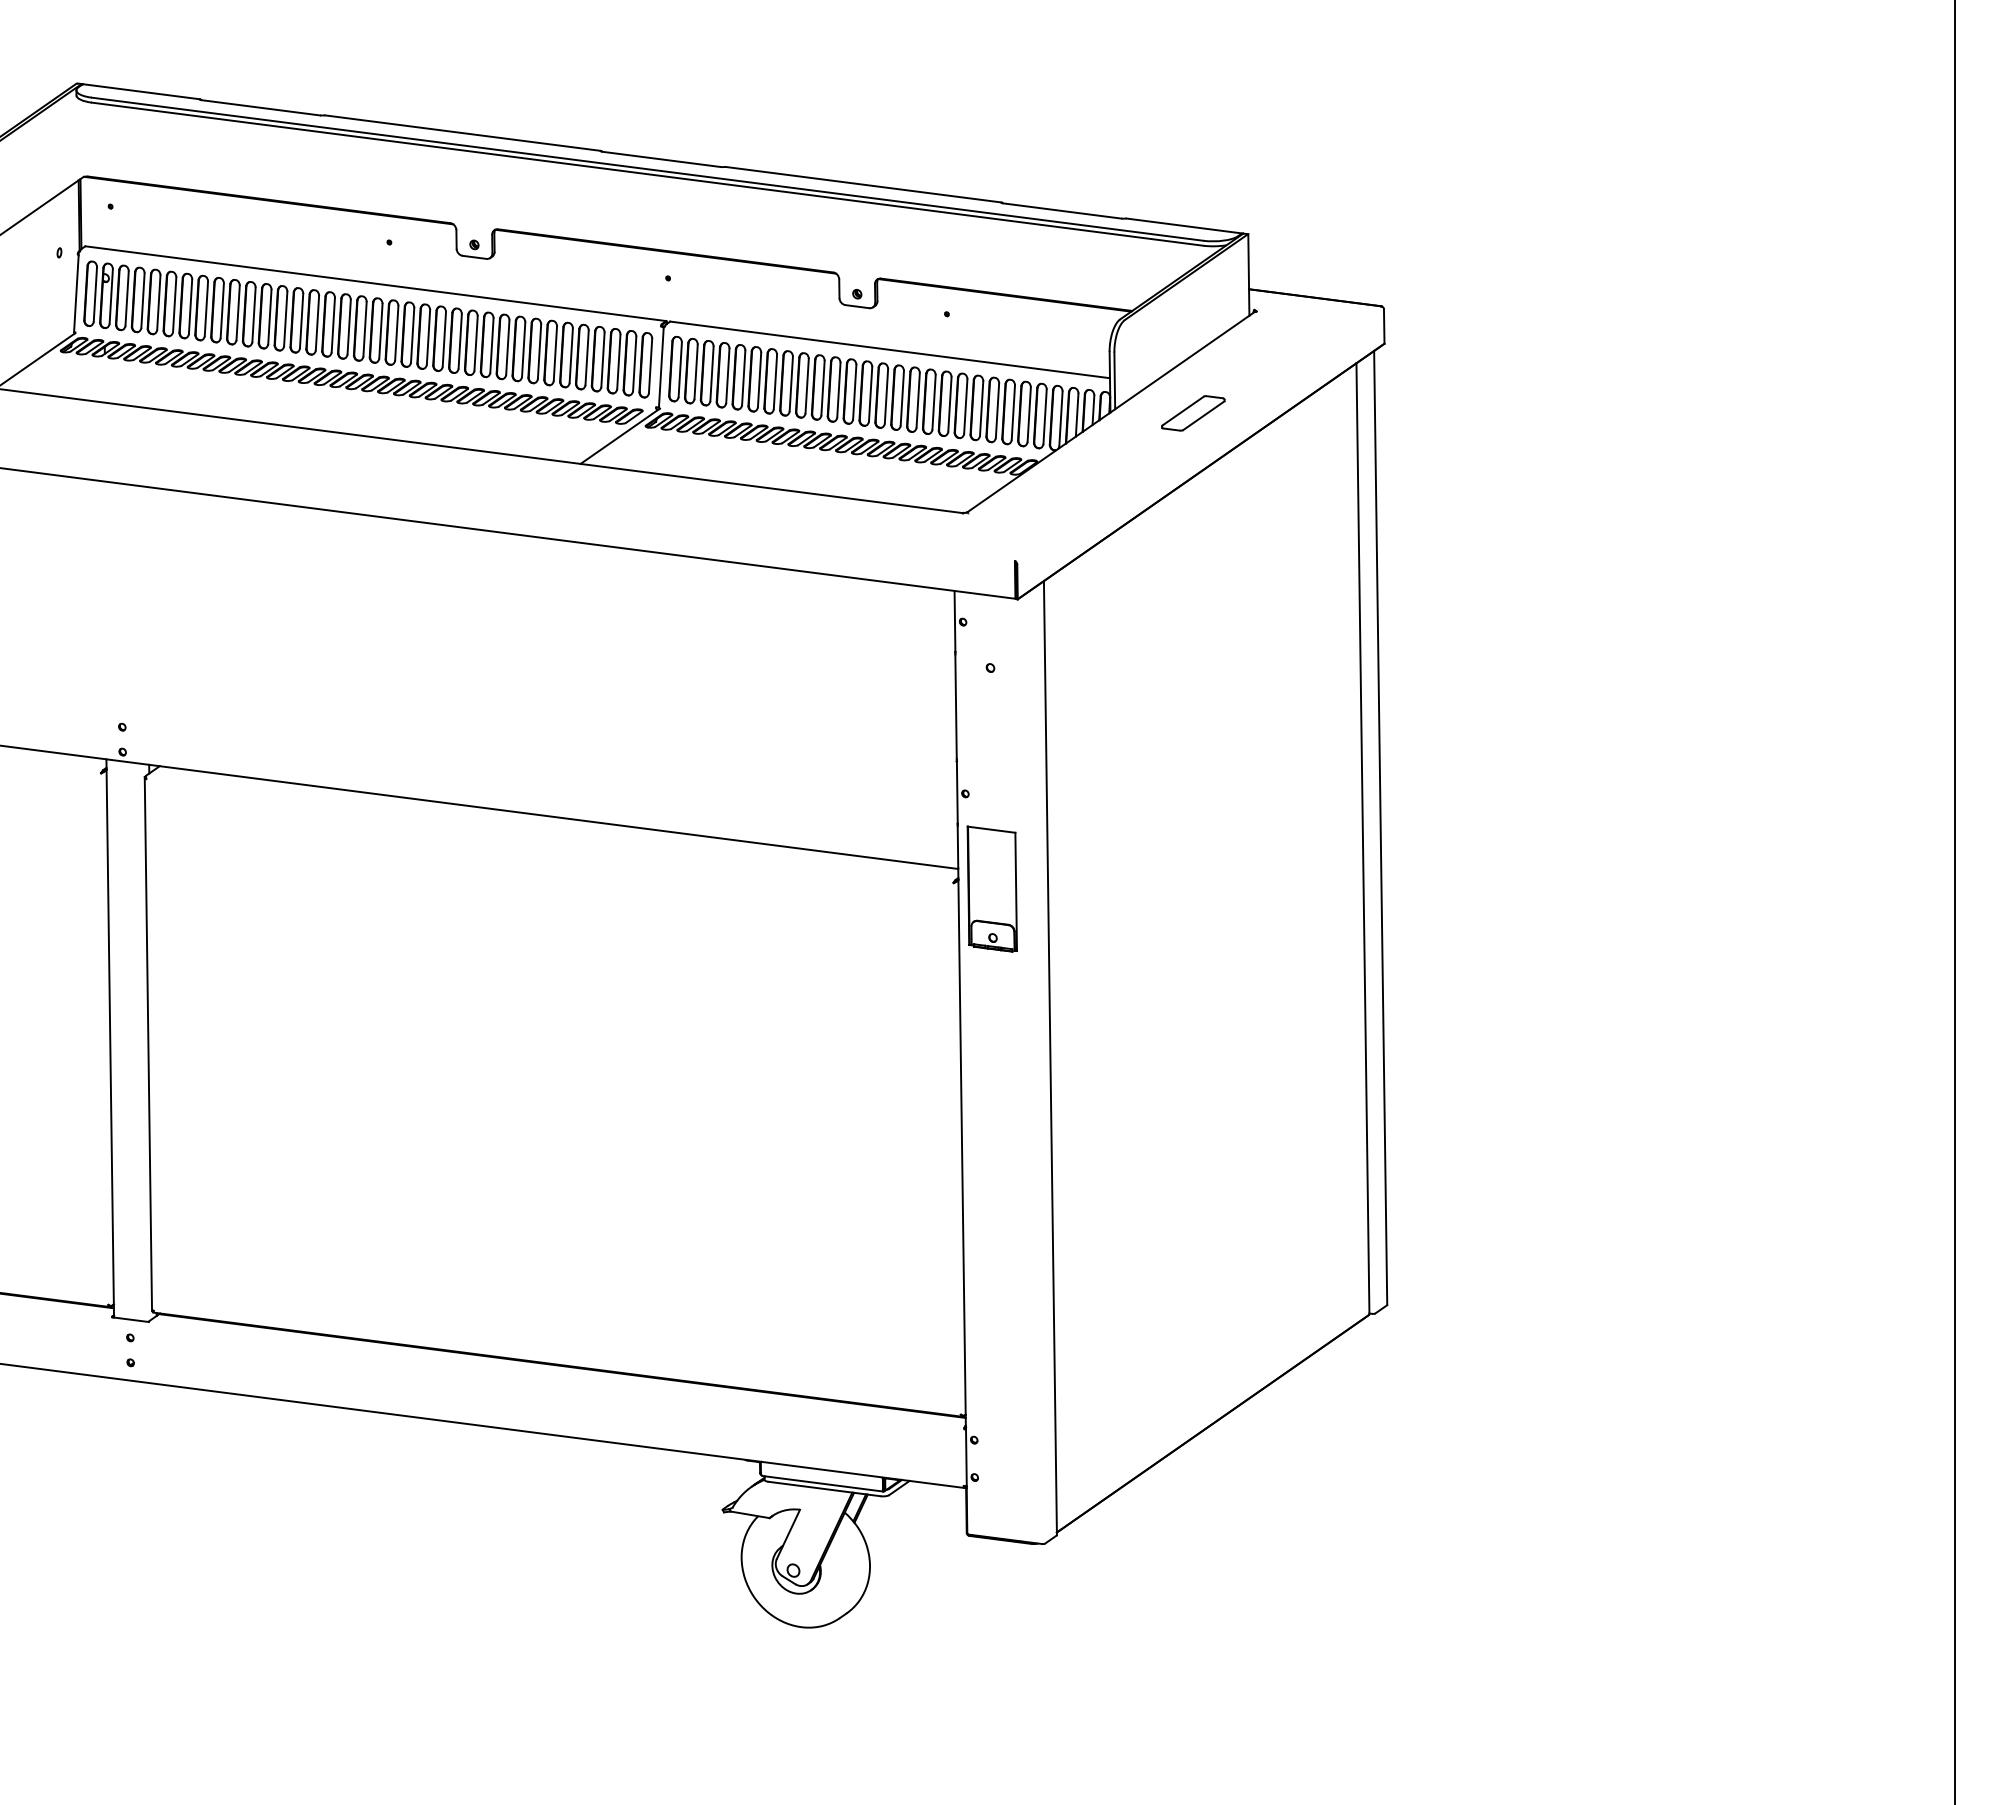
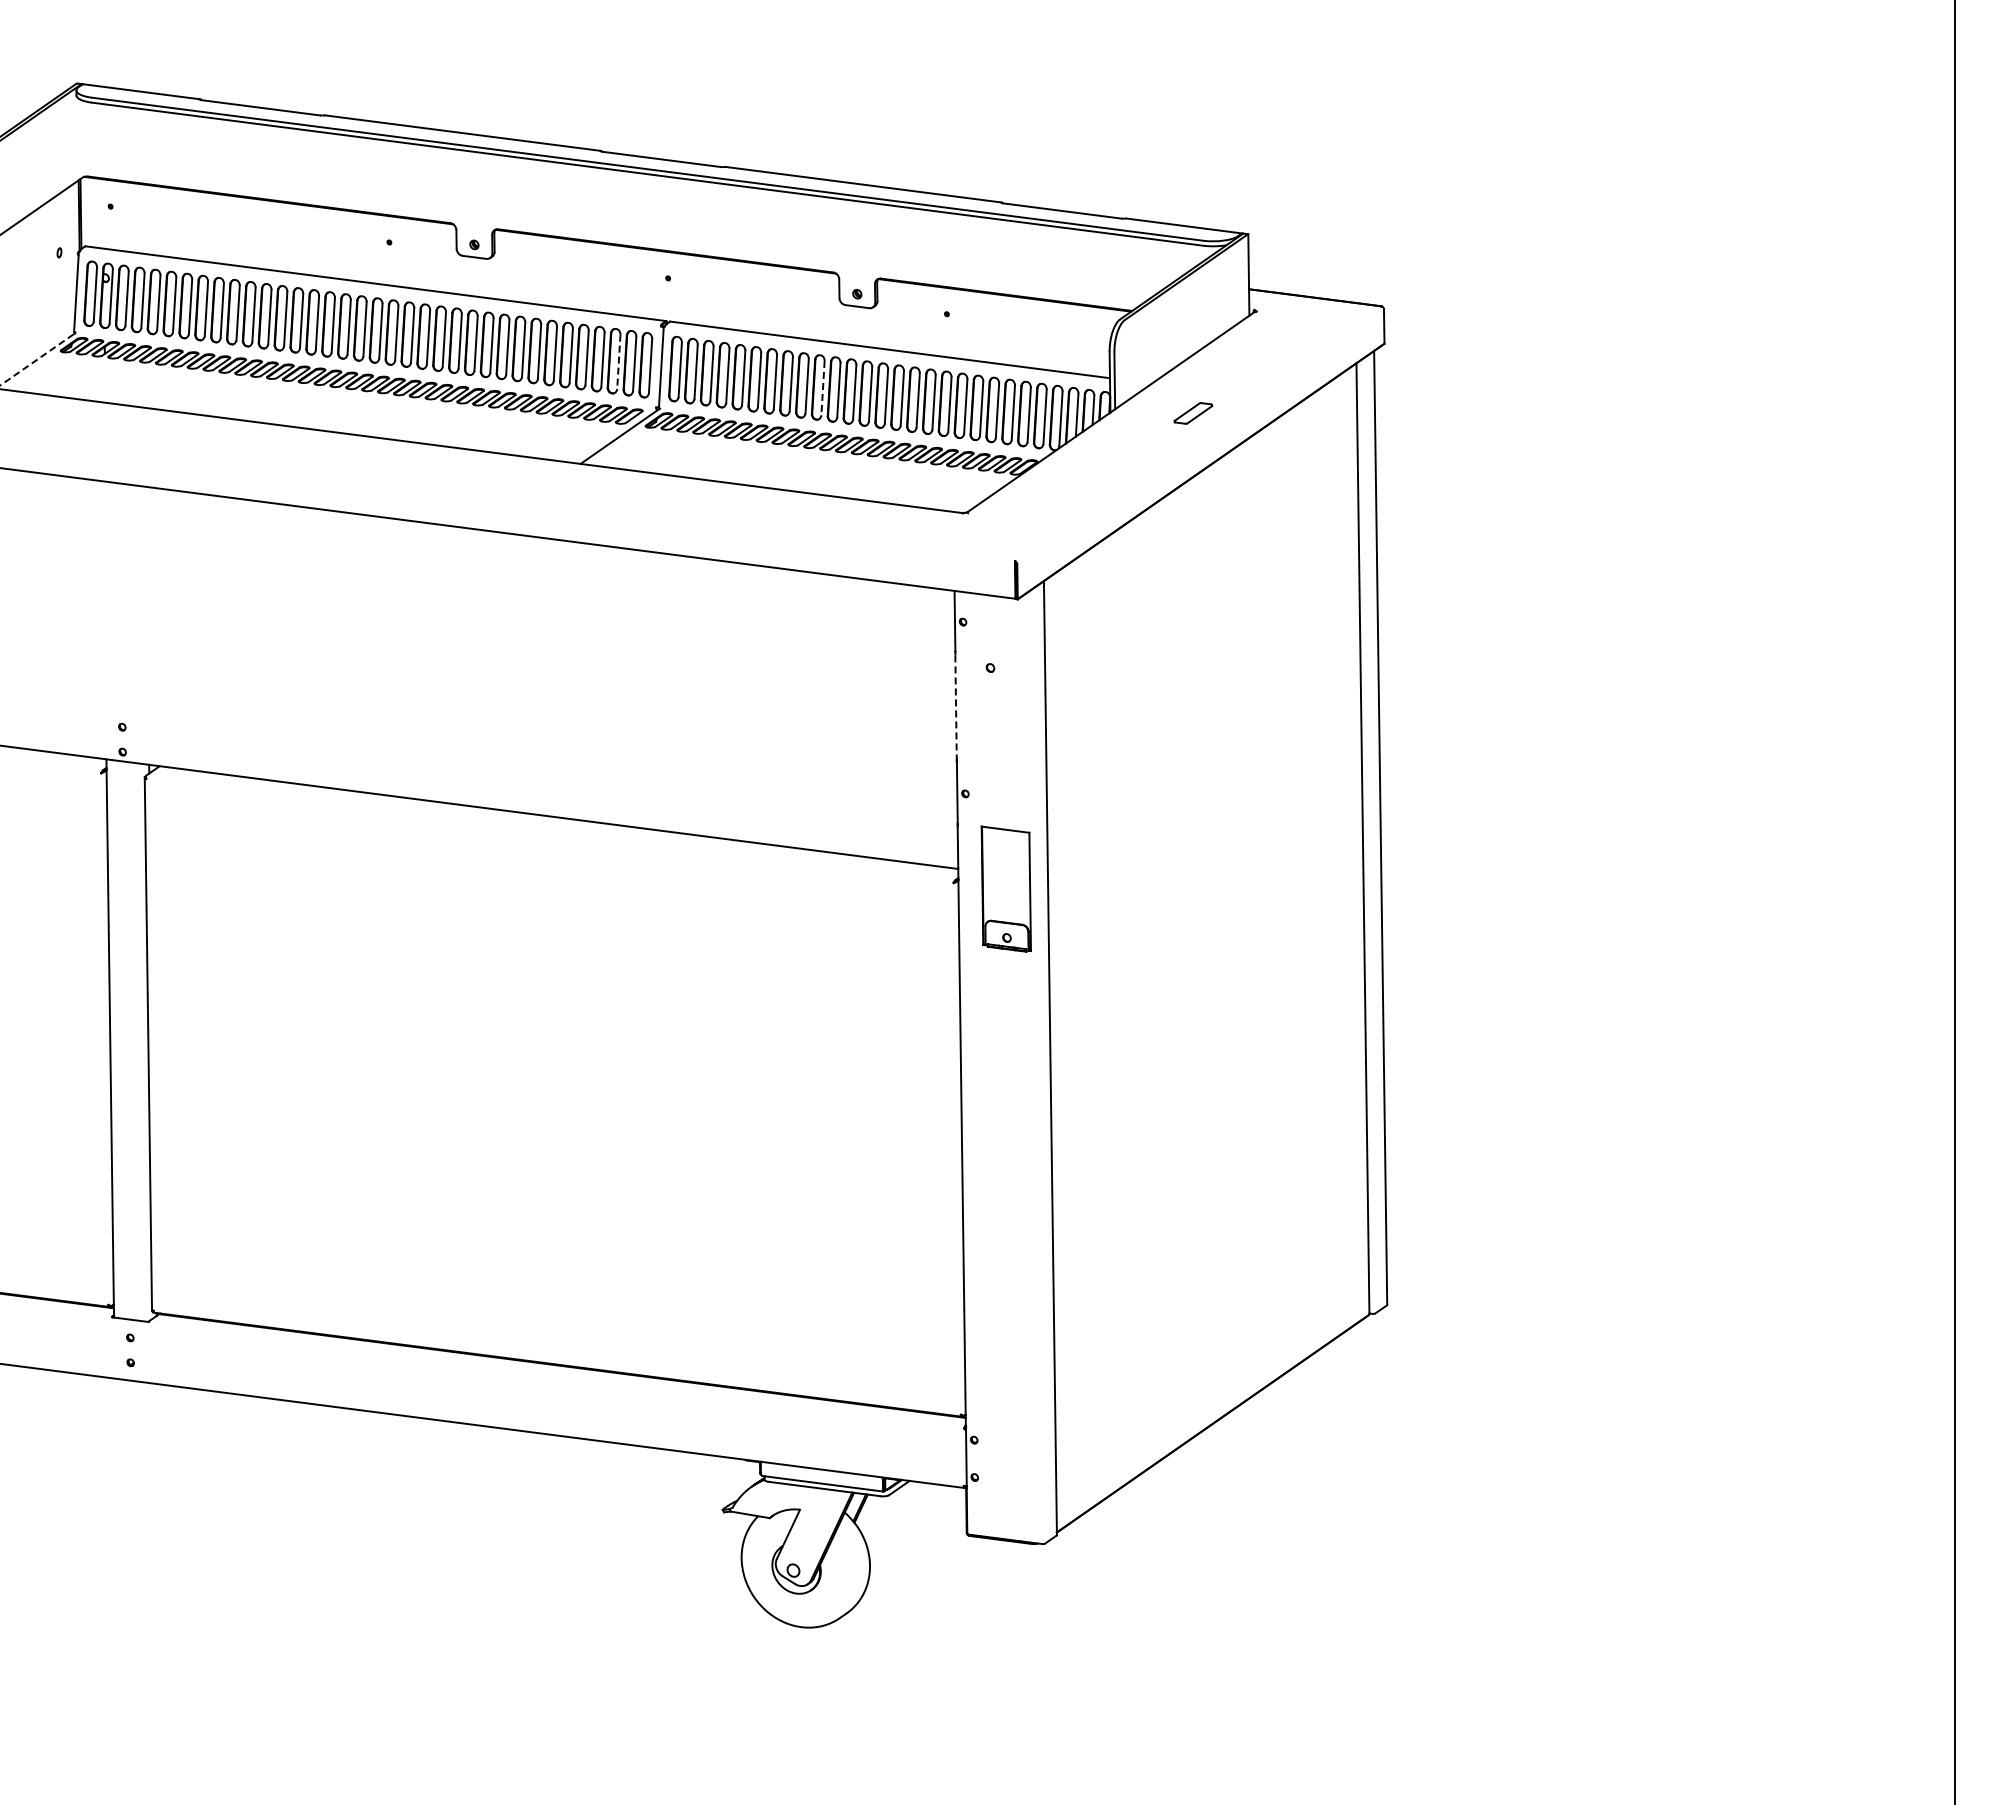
line at (36, 360): solid -> dashed
line at (618, 362): solid -> dashed
line at (823, 388): solid -> dashed
part at (1193, 413) size: 65x37 px -> 41x23 px
line at (956, 706): solid -> dashed
part at (991, 888) position: (991, 888) -> (1005, 888)
